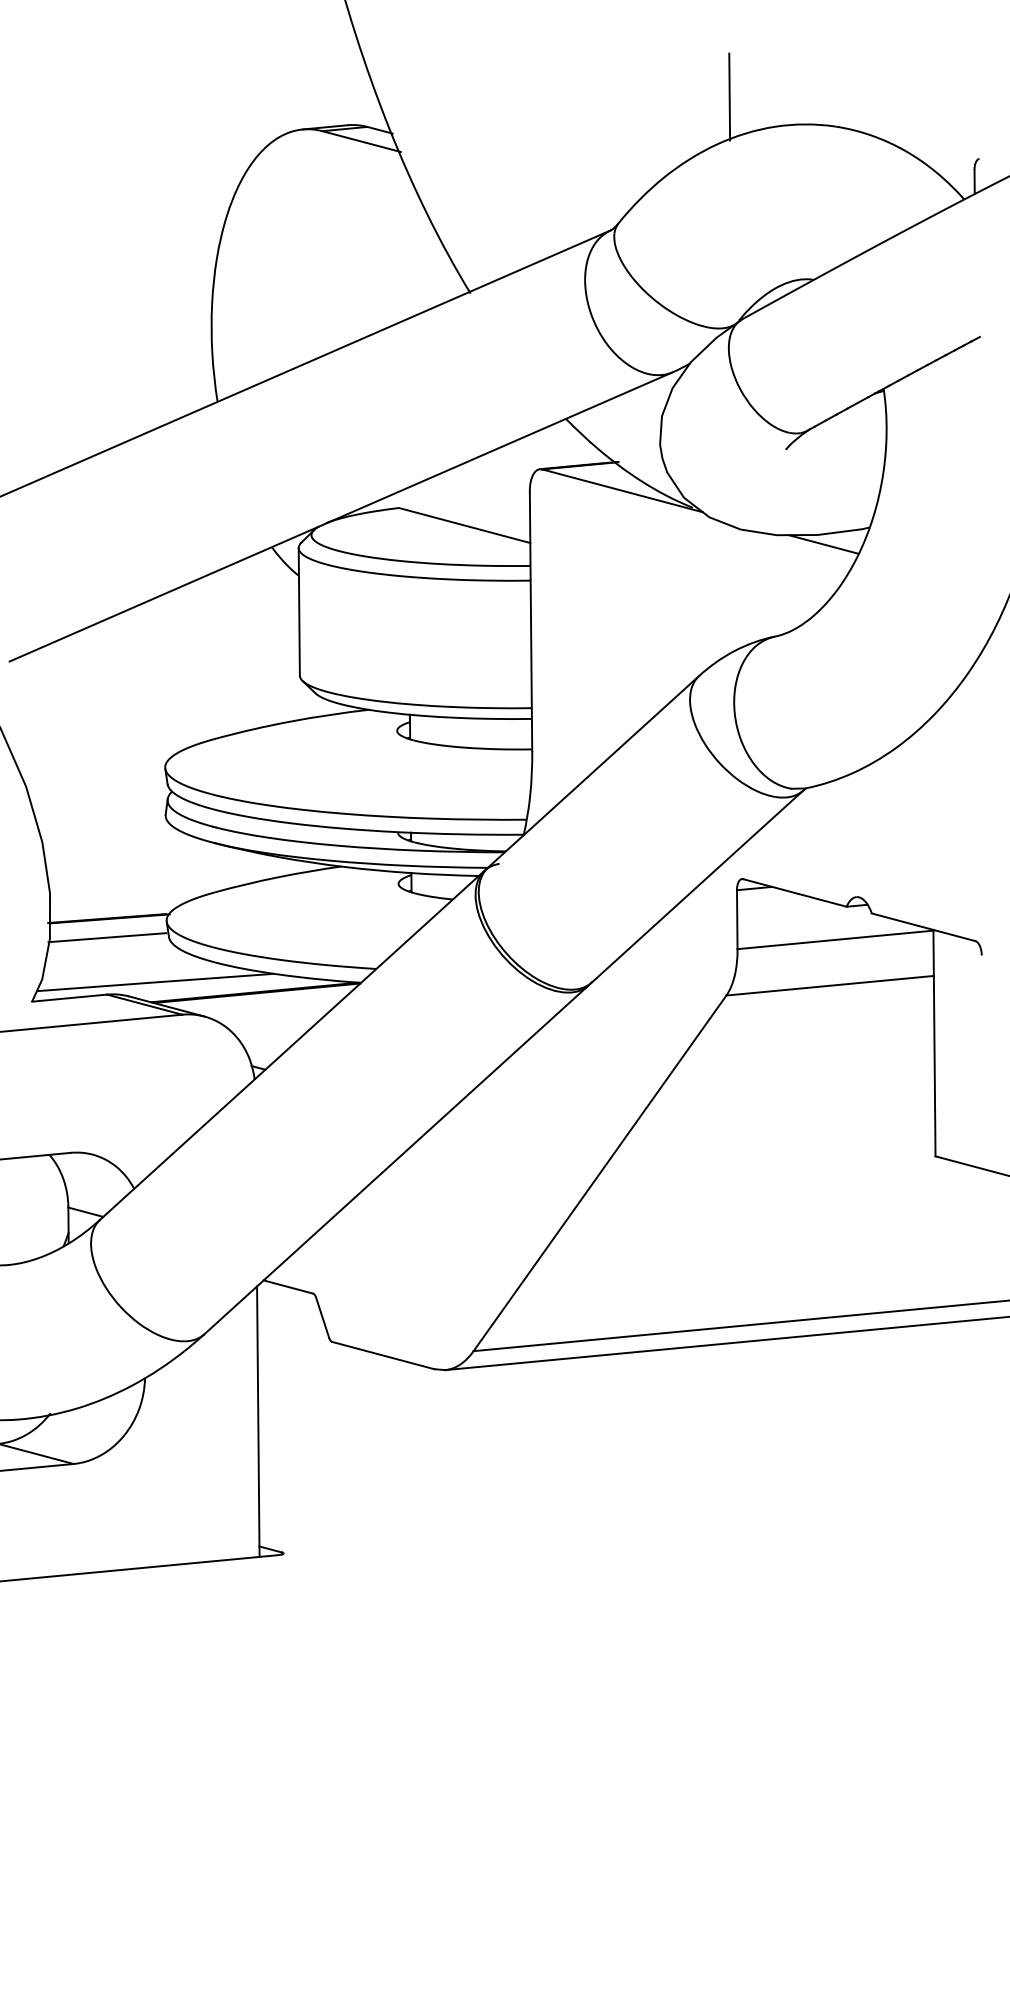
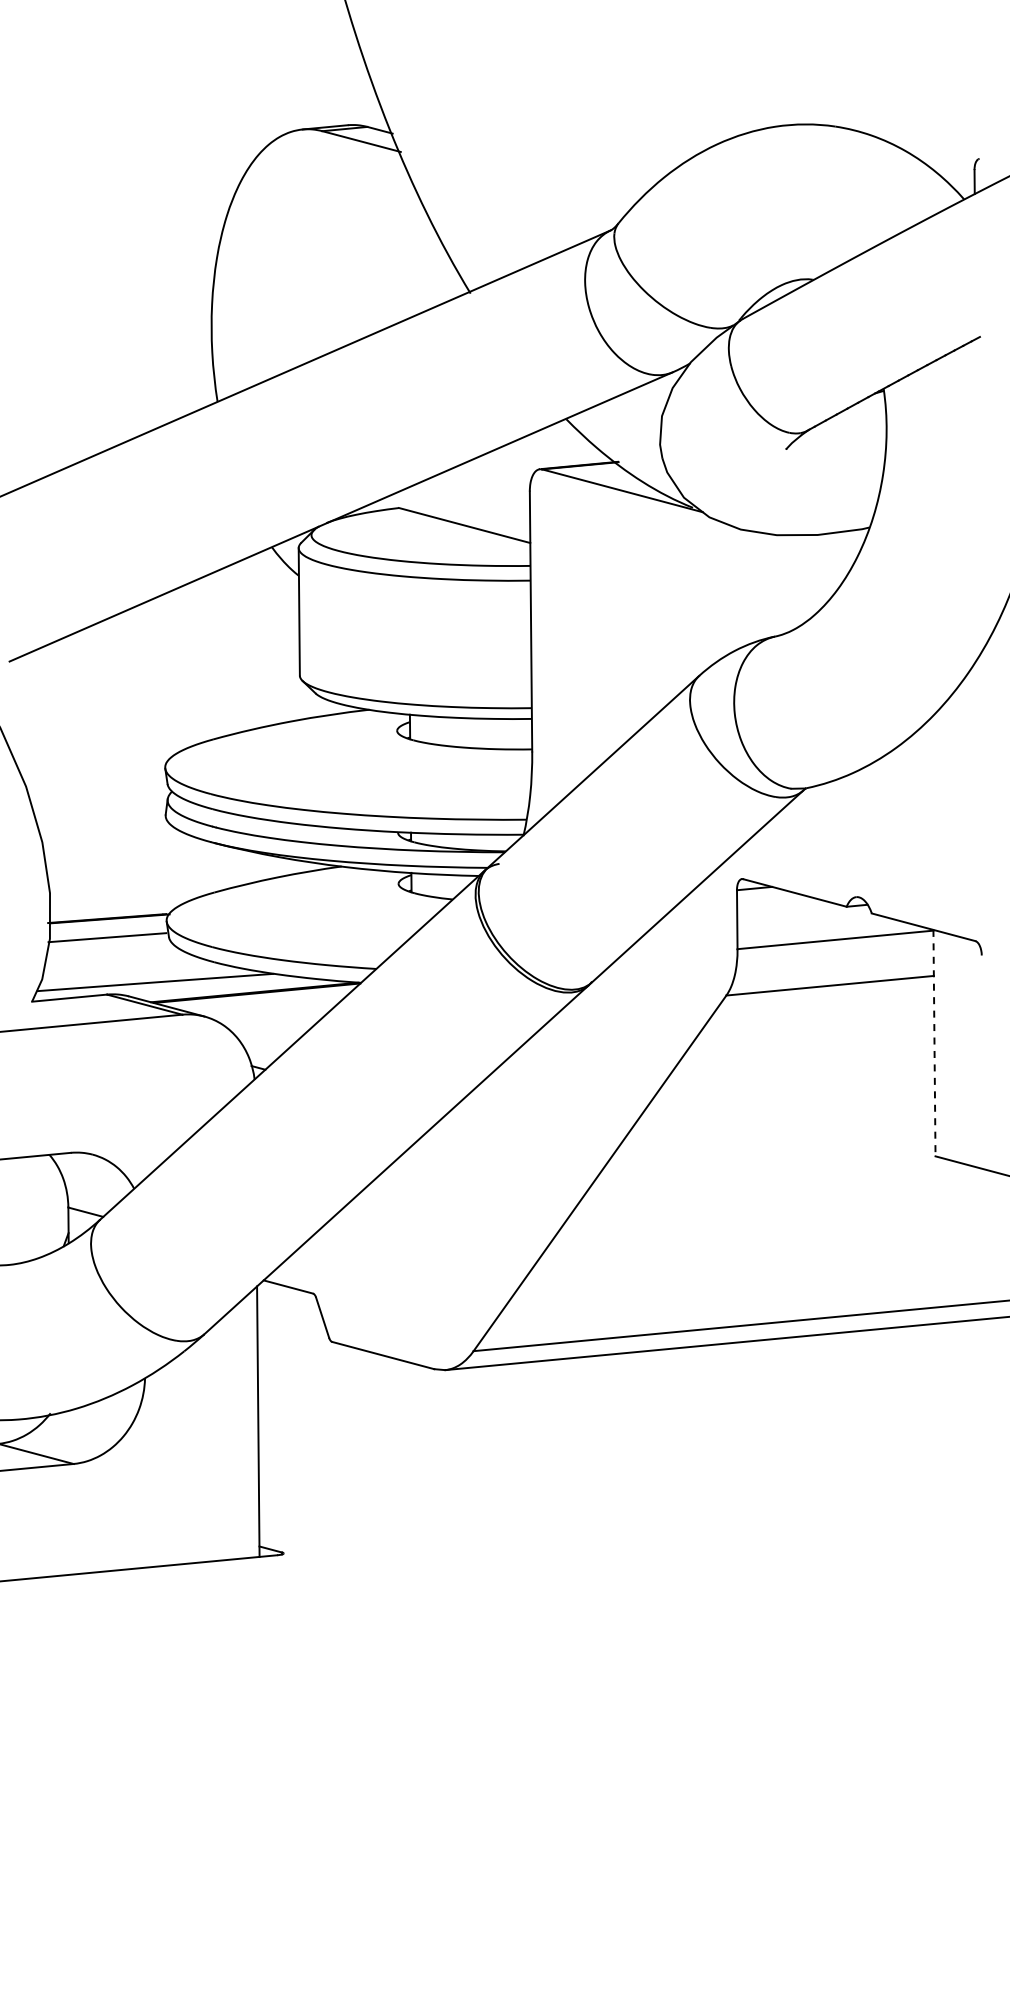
line at (729, 96): present -> none
line at (823, 544): present -> none
line at (934, 1043): solid -> dashed
